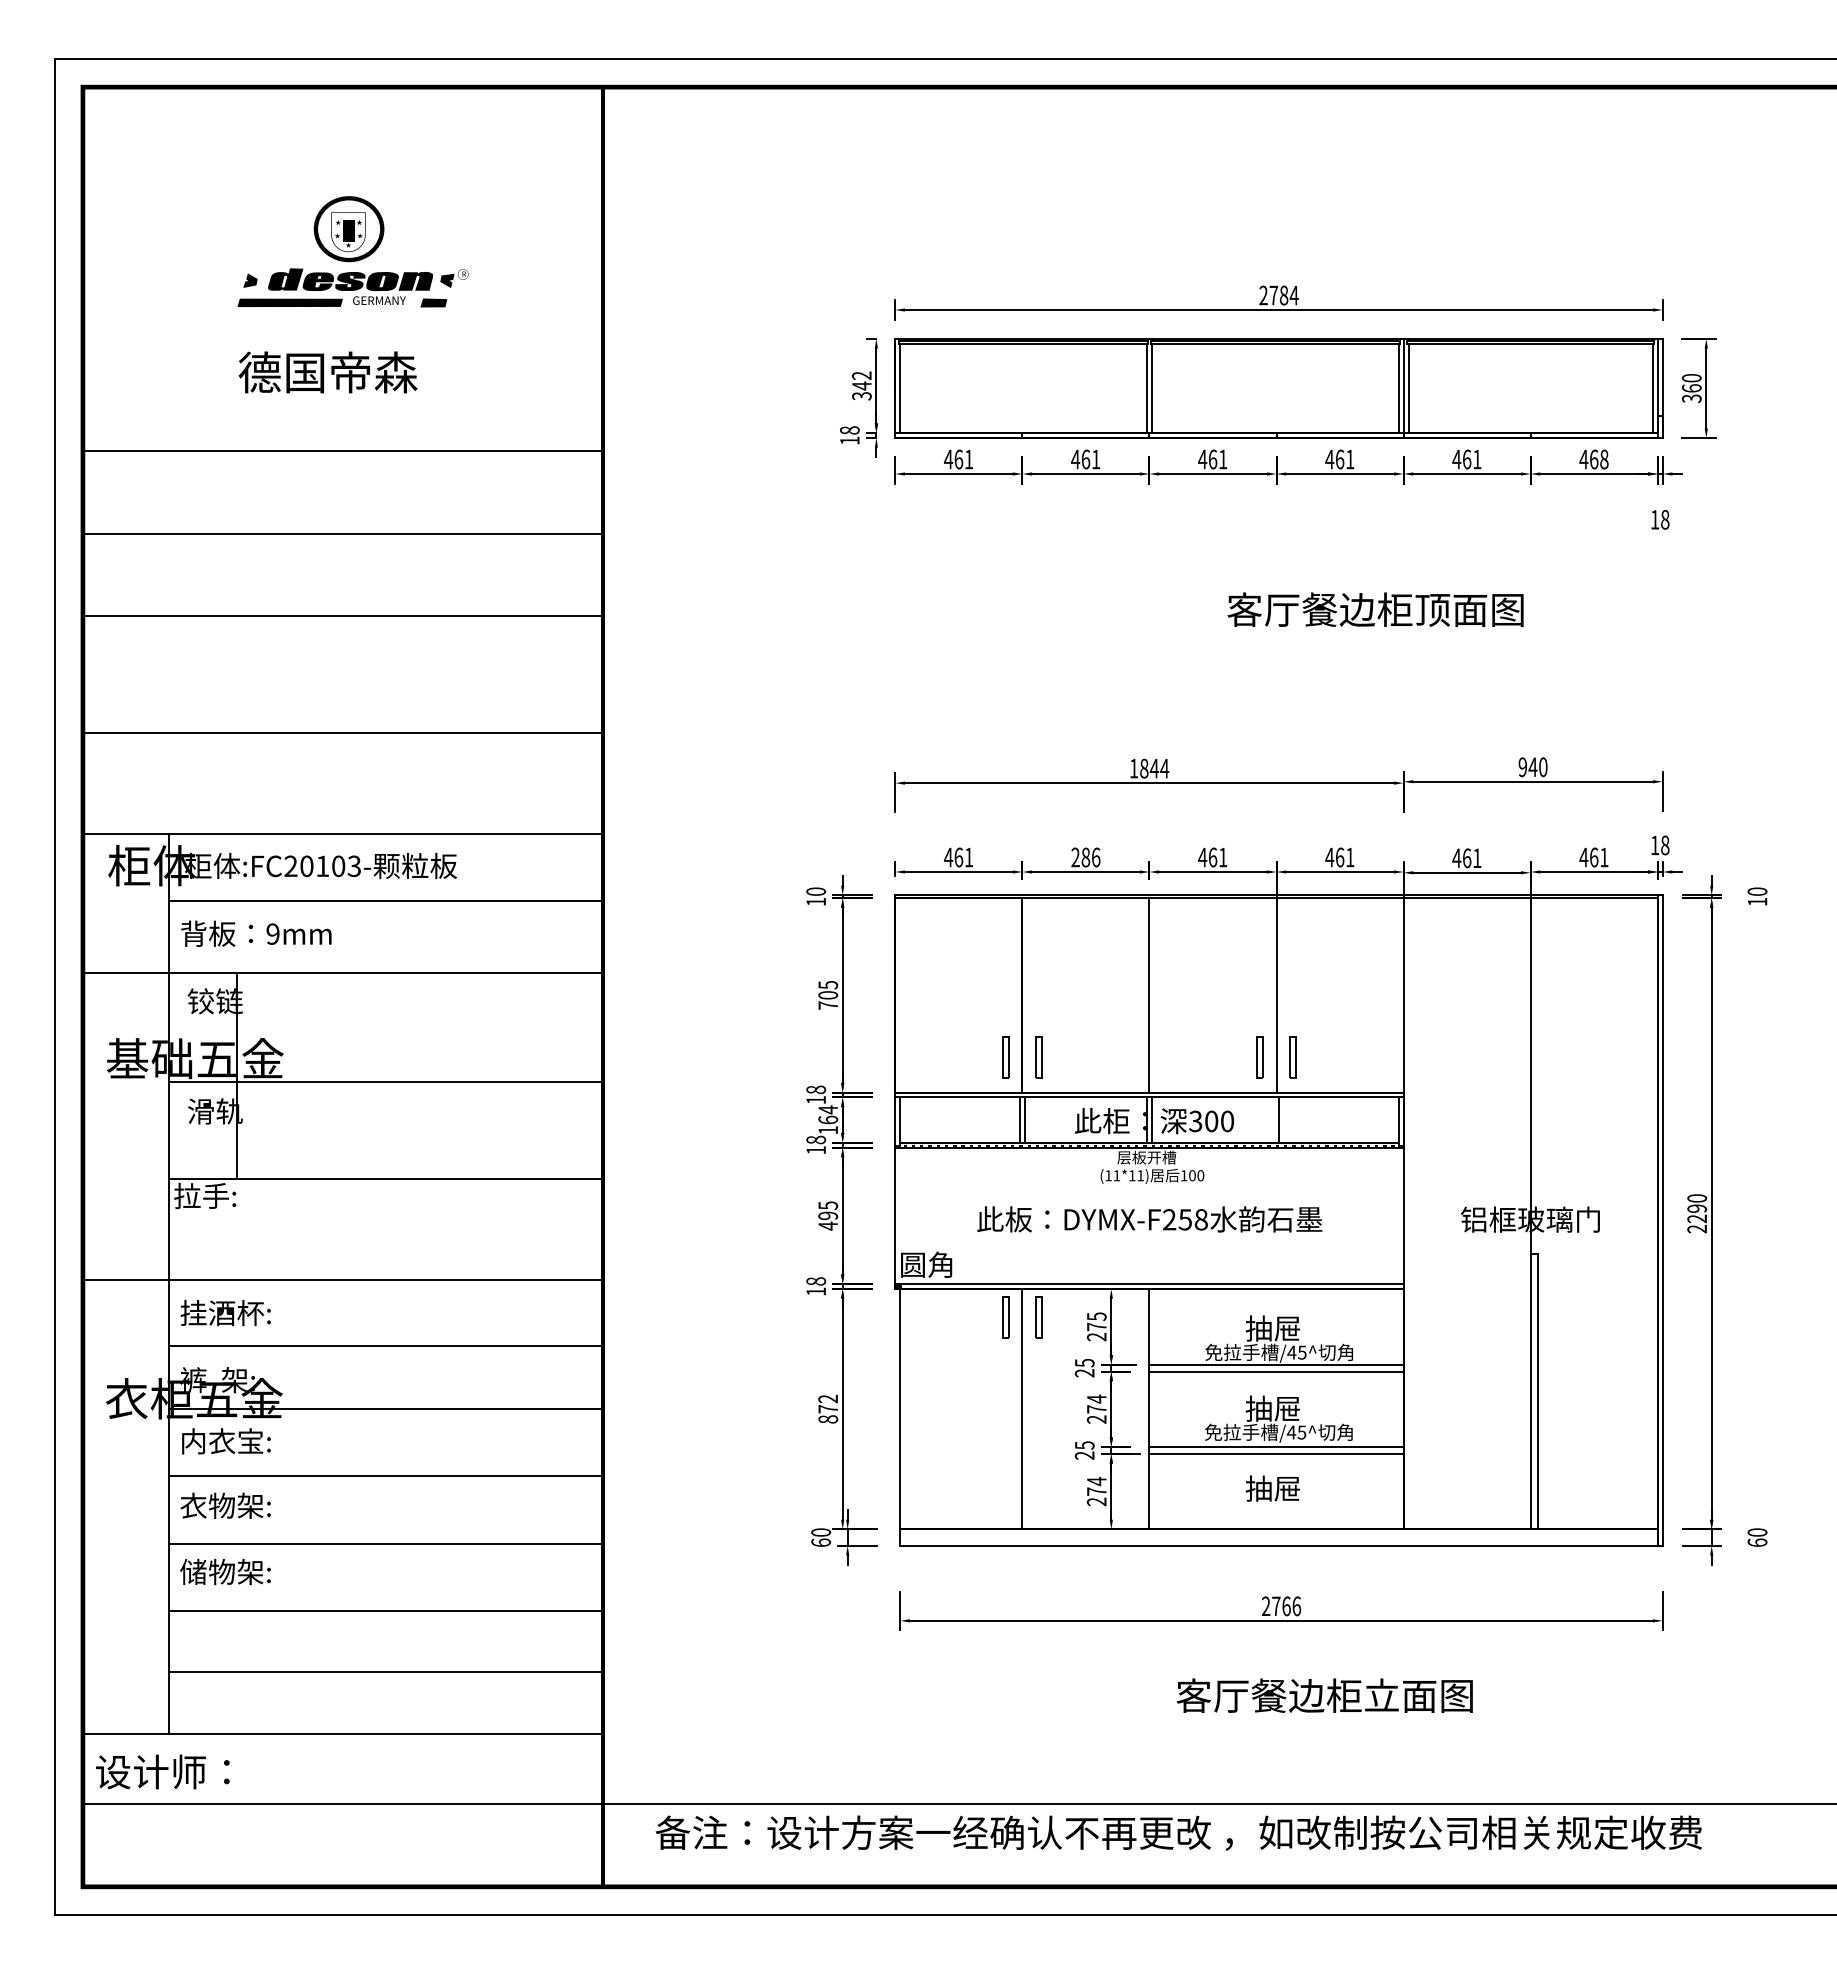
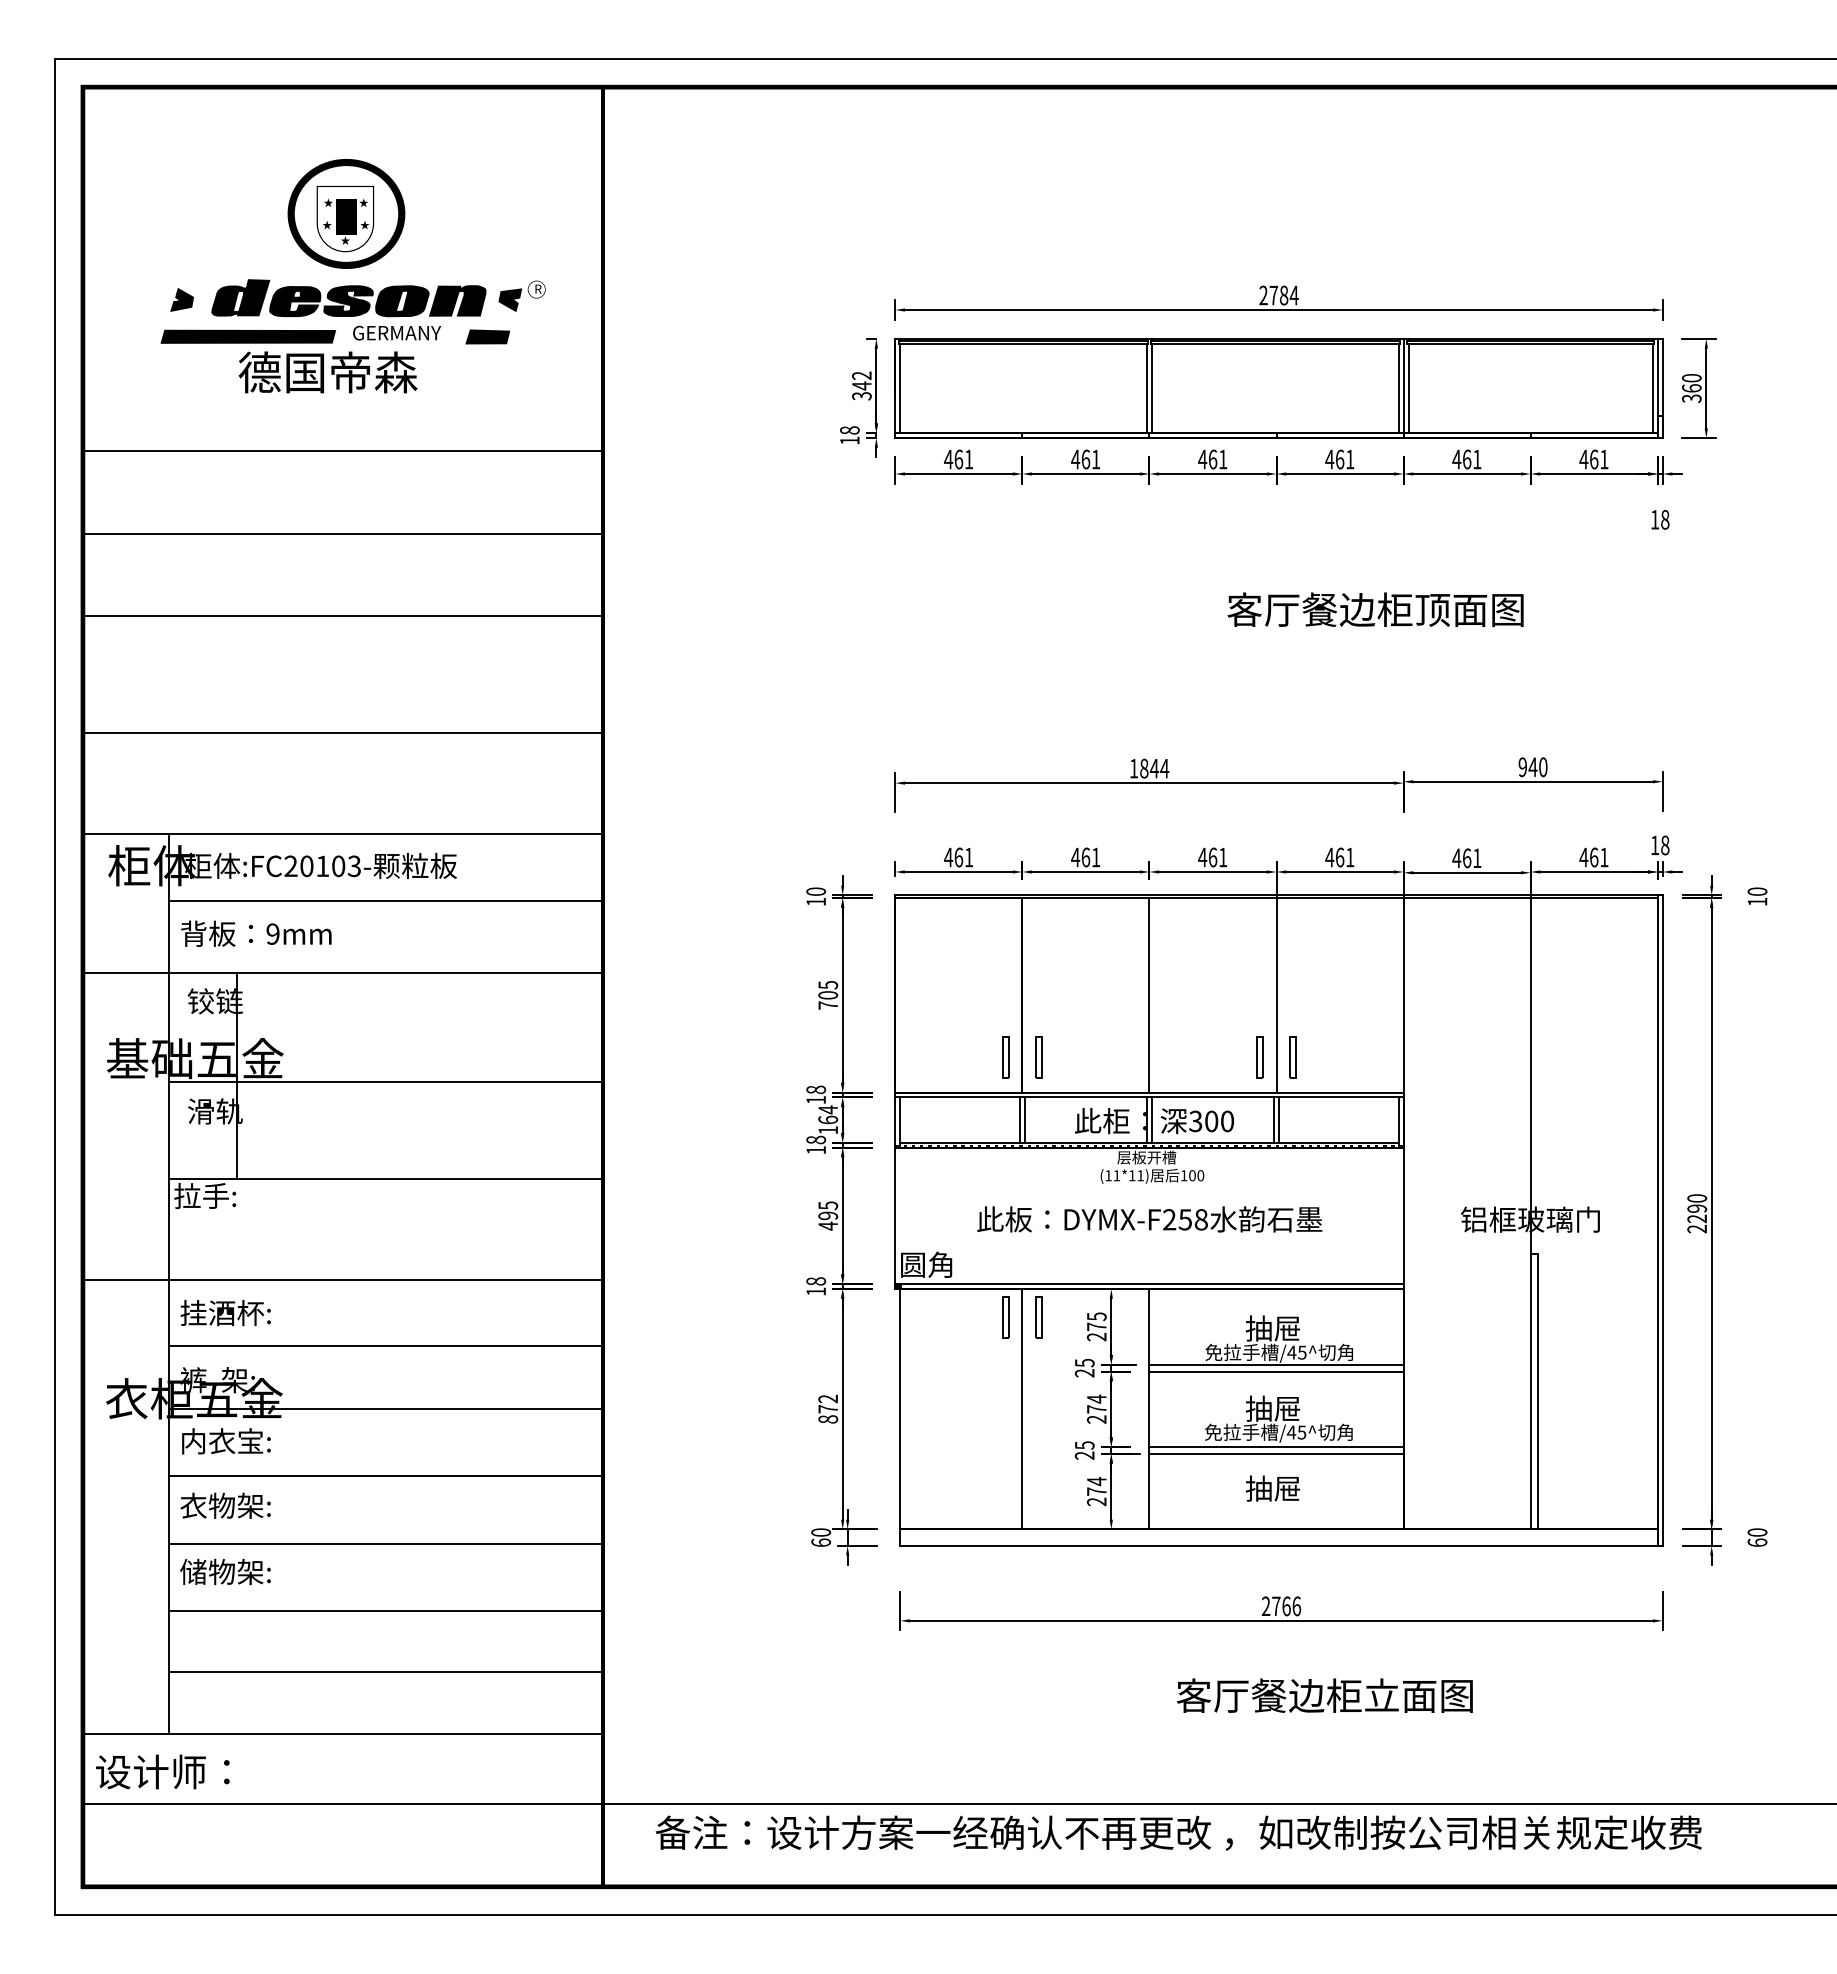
part at (352, 251) size: 232x112 px -> 386x186 px
text at (1604, 459): 468 -> 461
text at (1085, 857): 286 -> 461
line at (1274, 1119): none -> present
